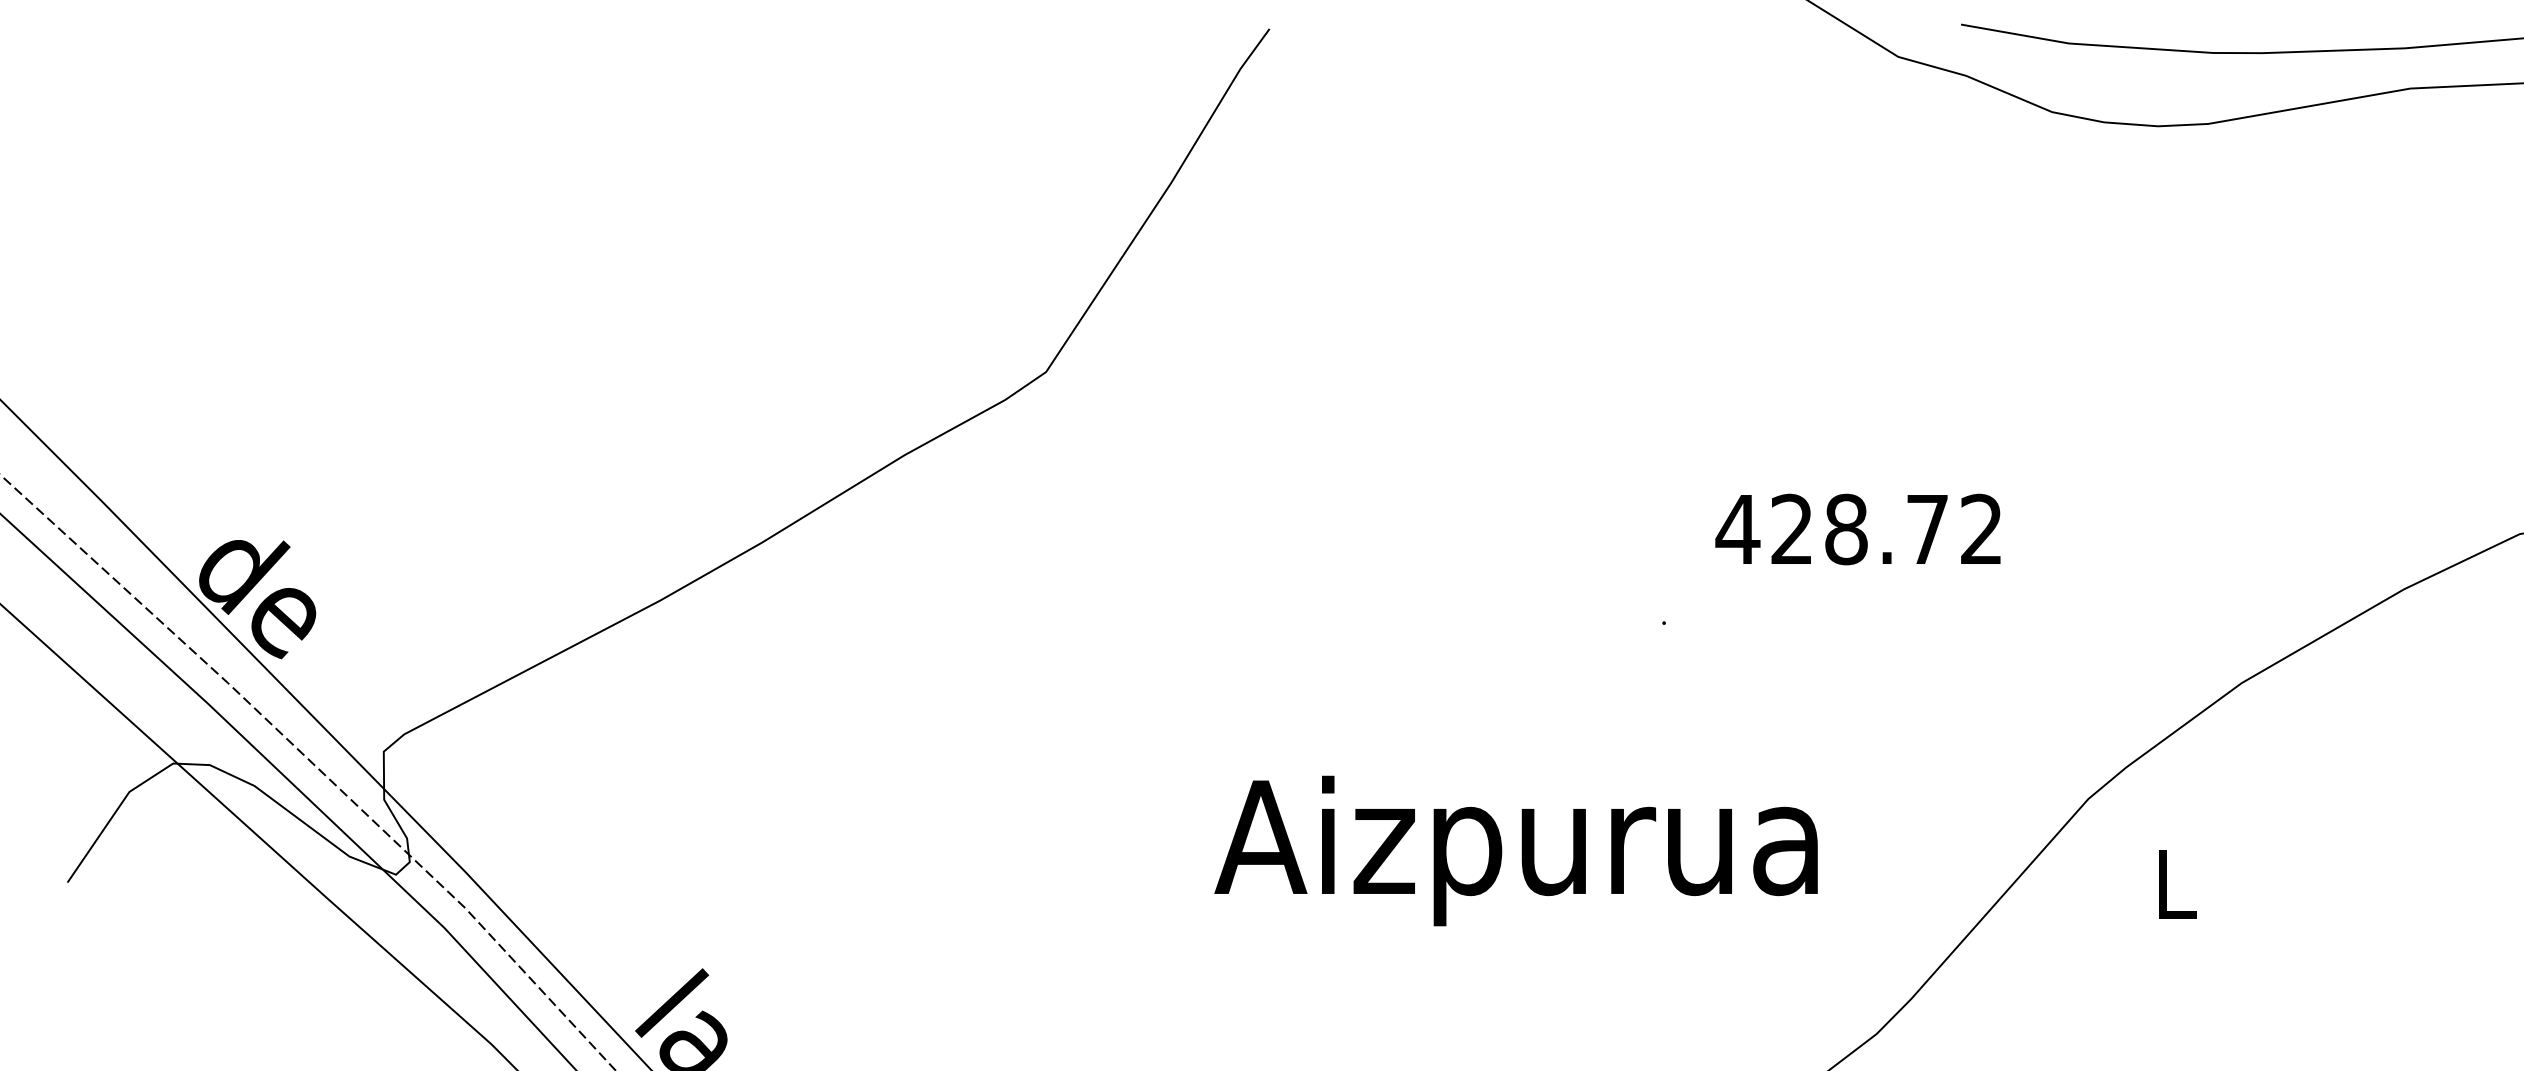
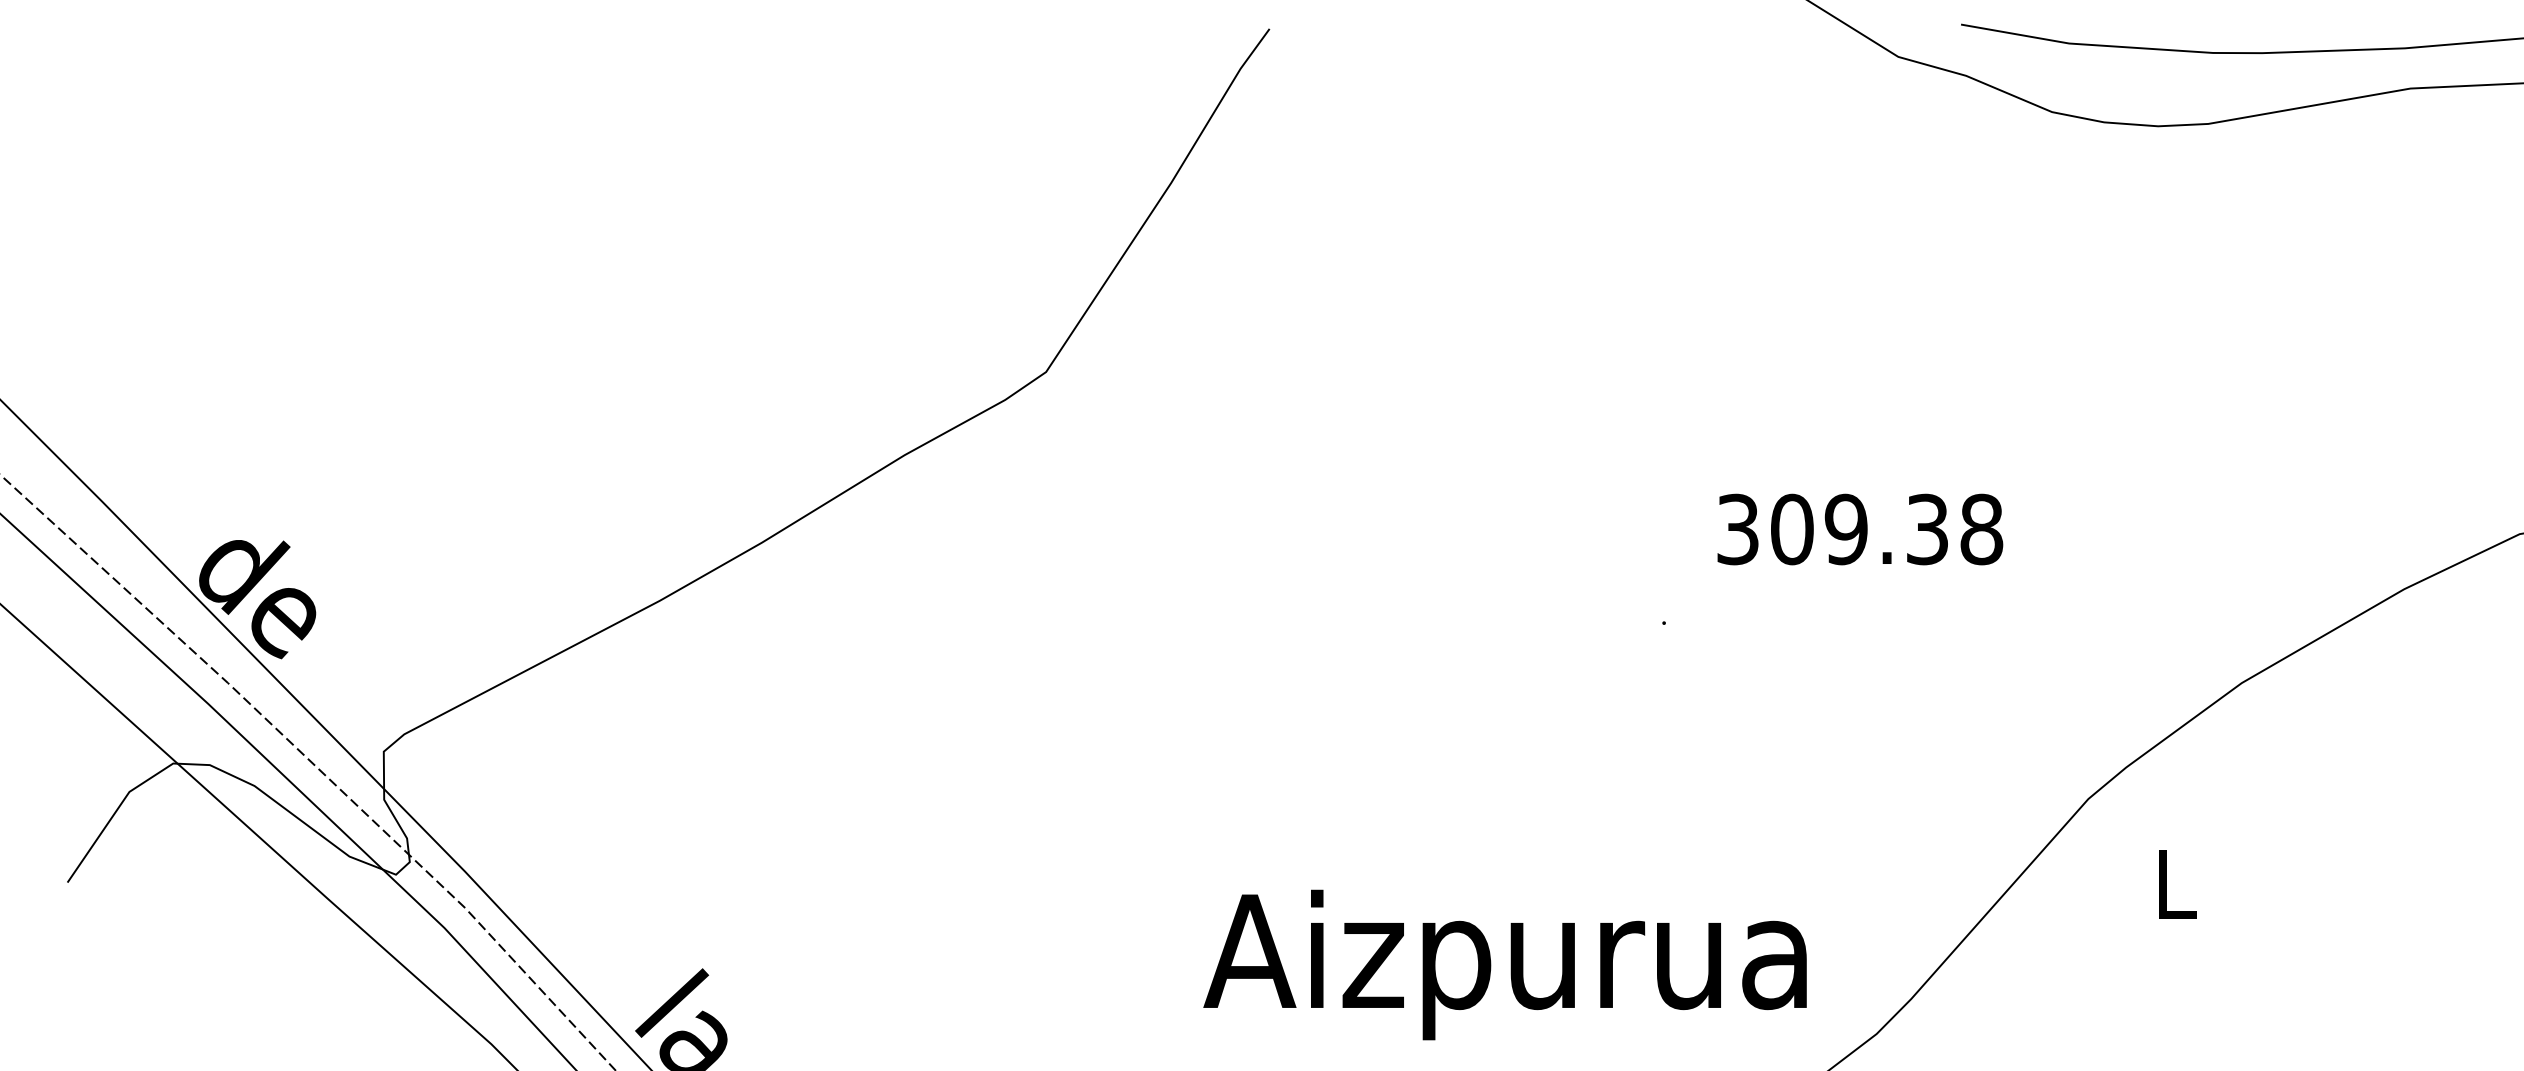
text at (1859, 529): 428.72 -> 309.38
text at (1515, 850) position: (1515, 850) -> (1504, 964)
